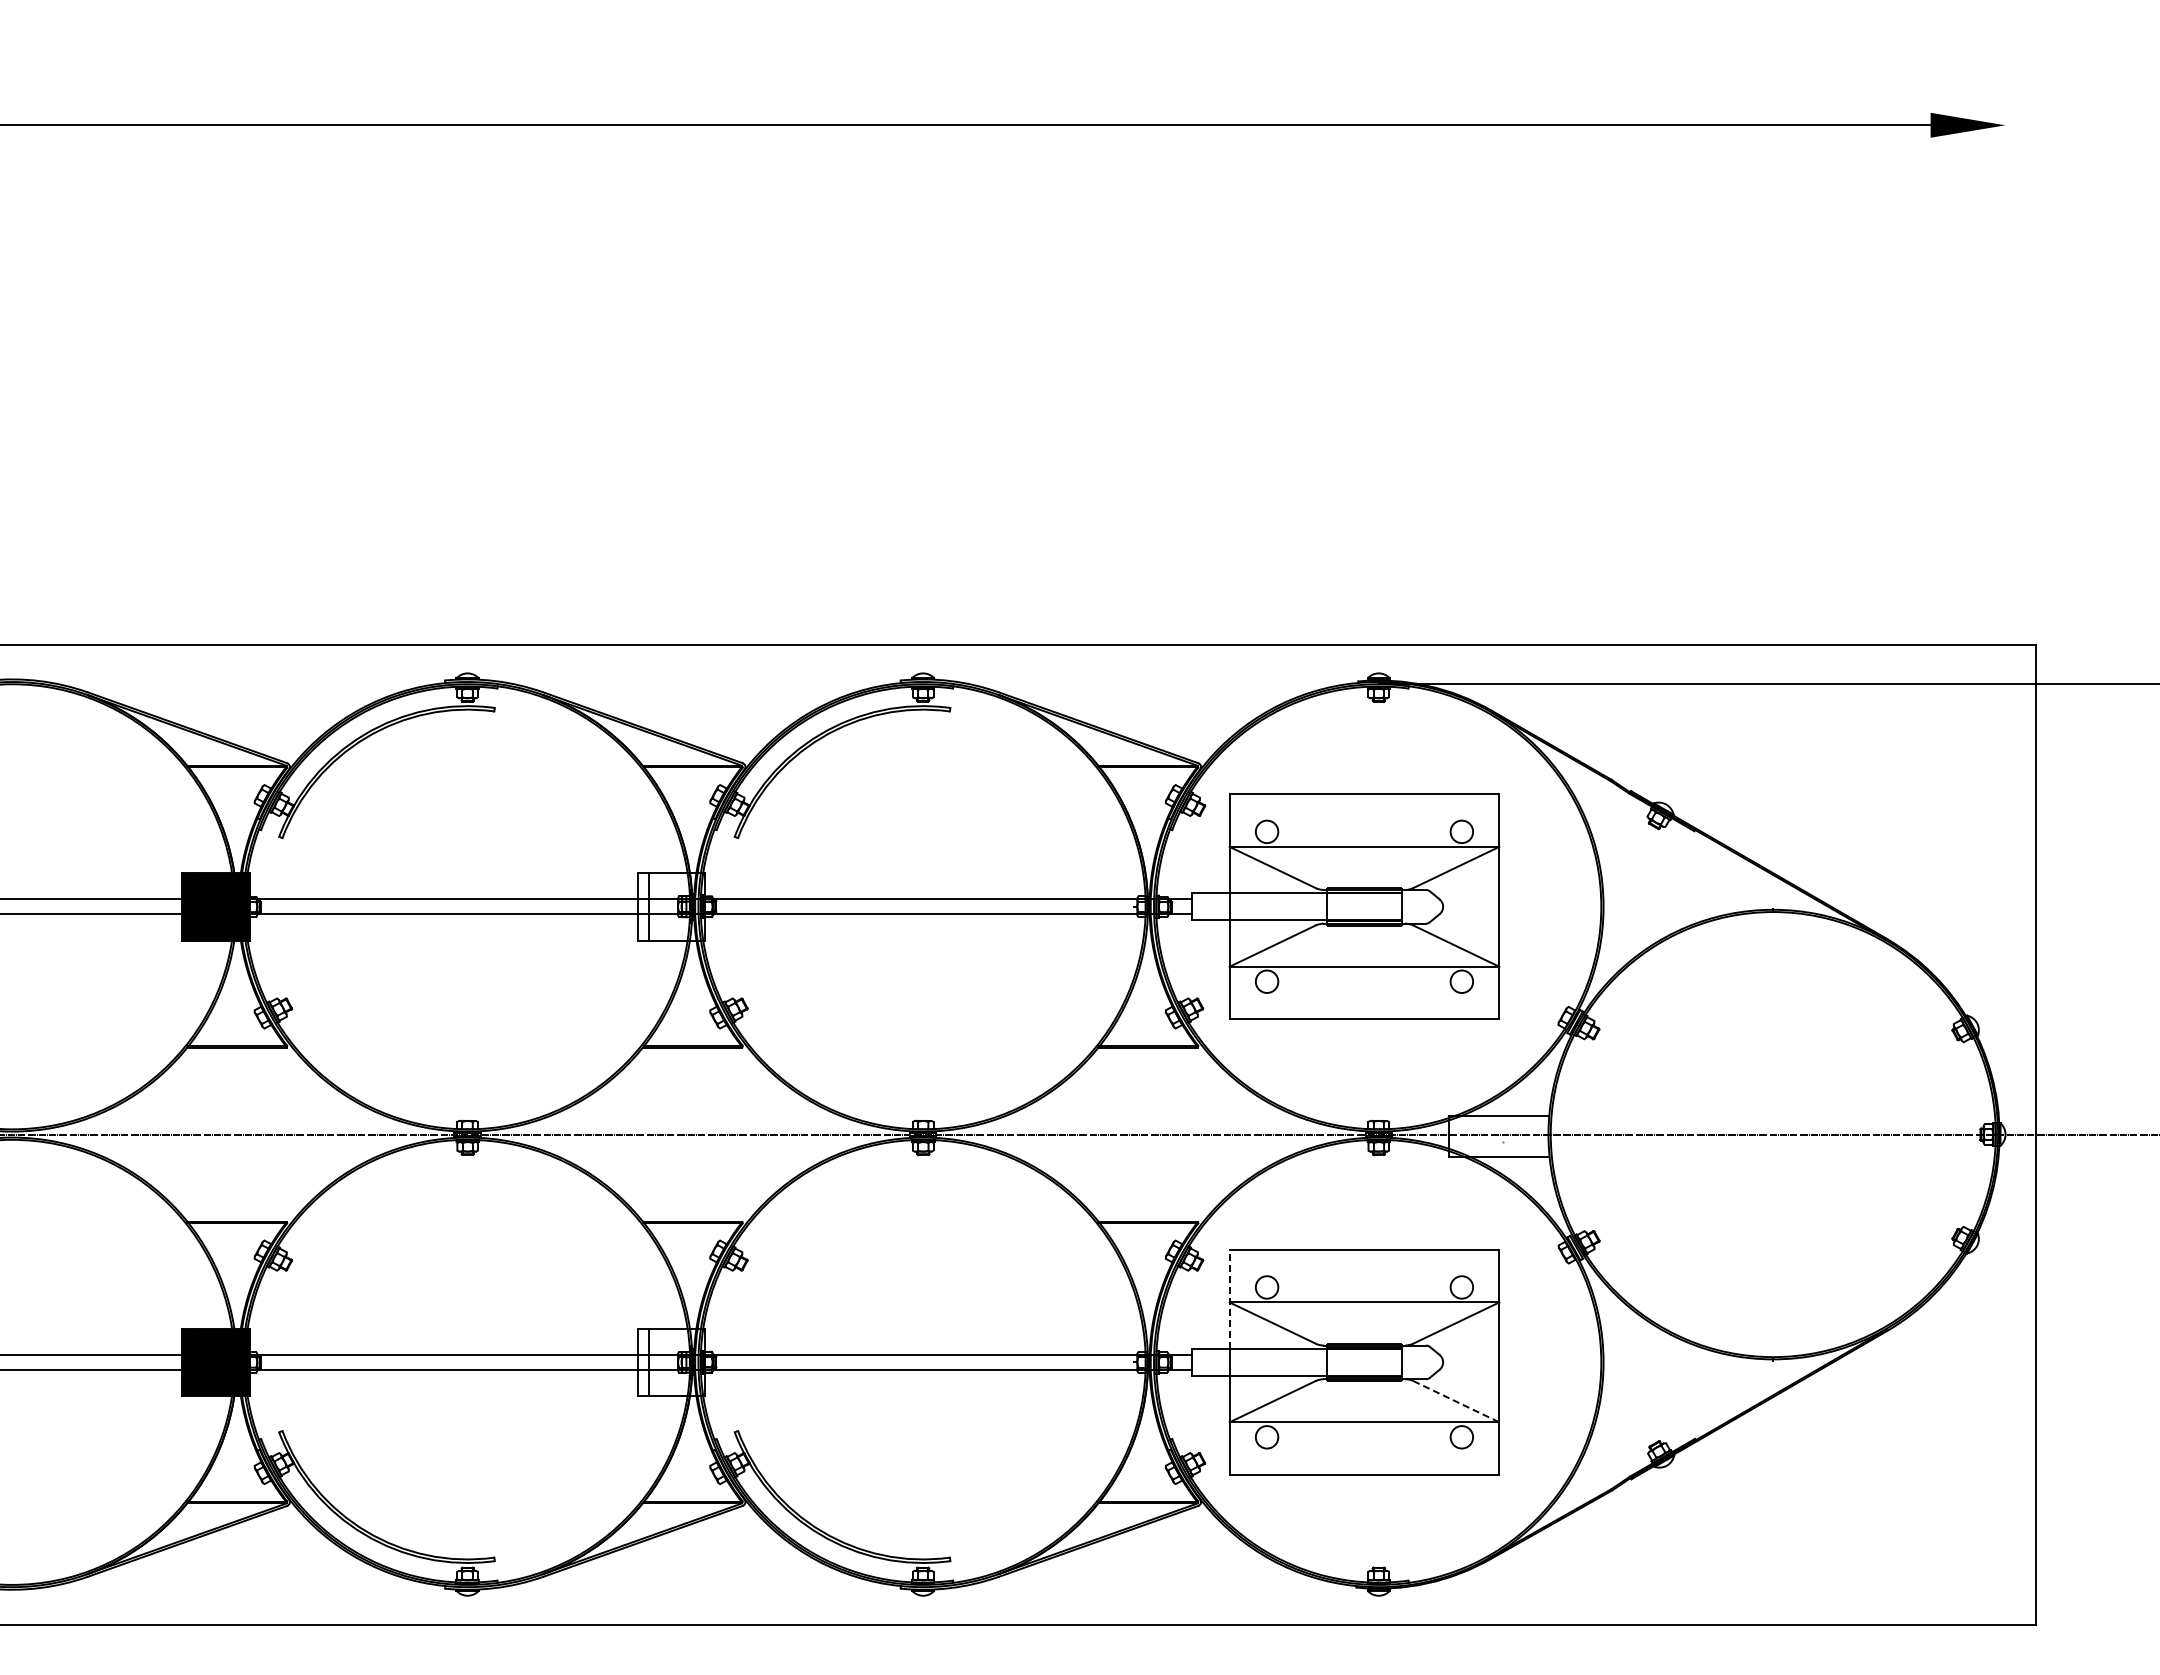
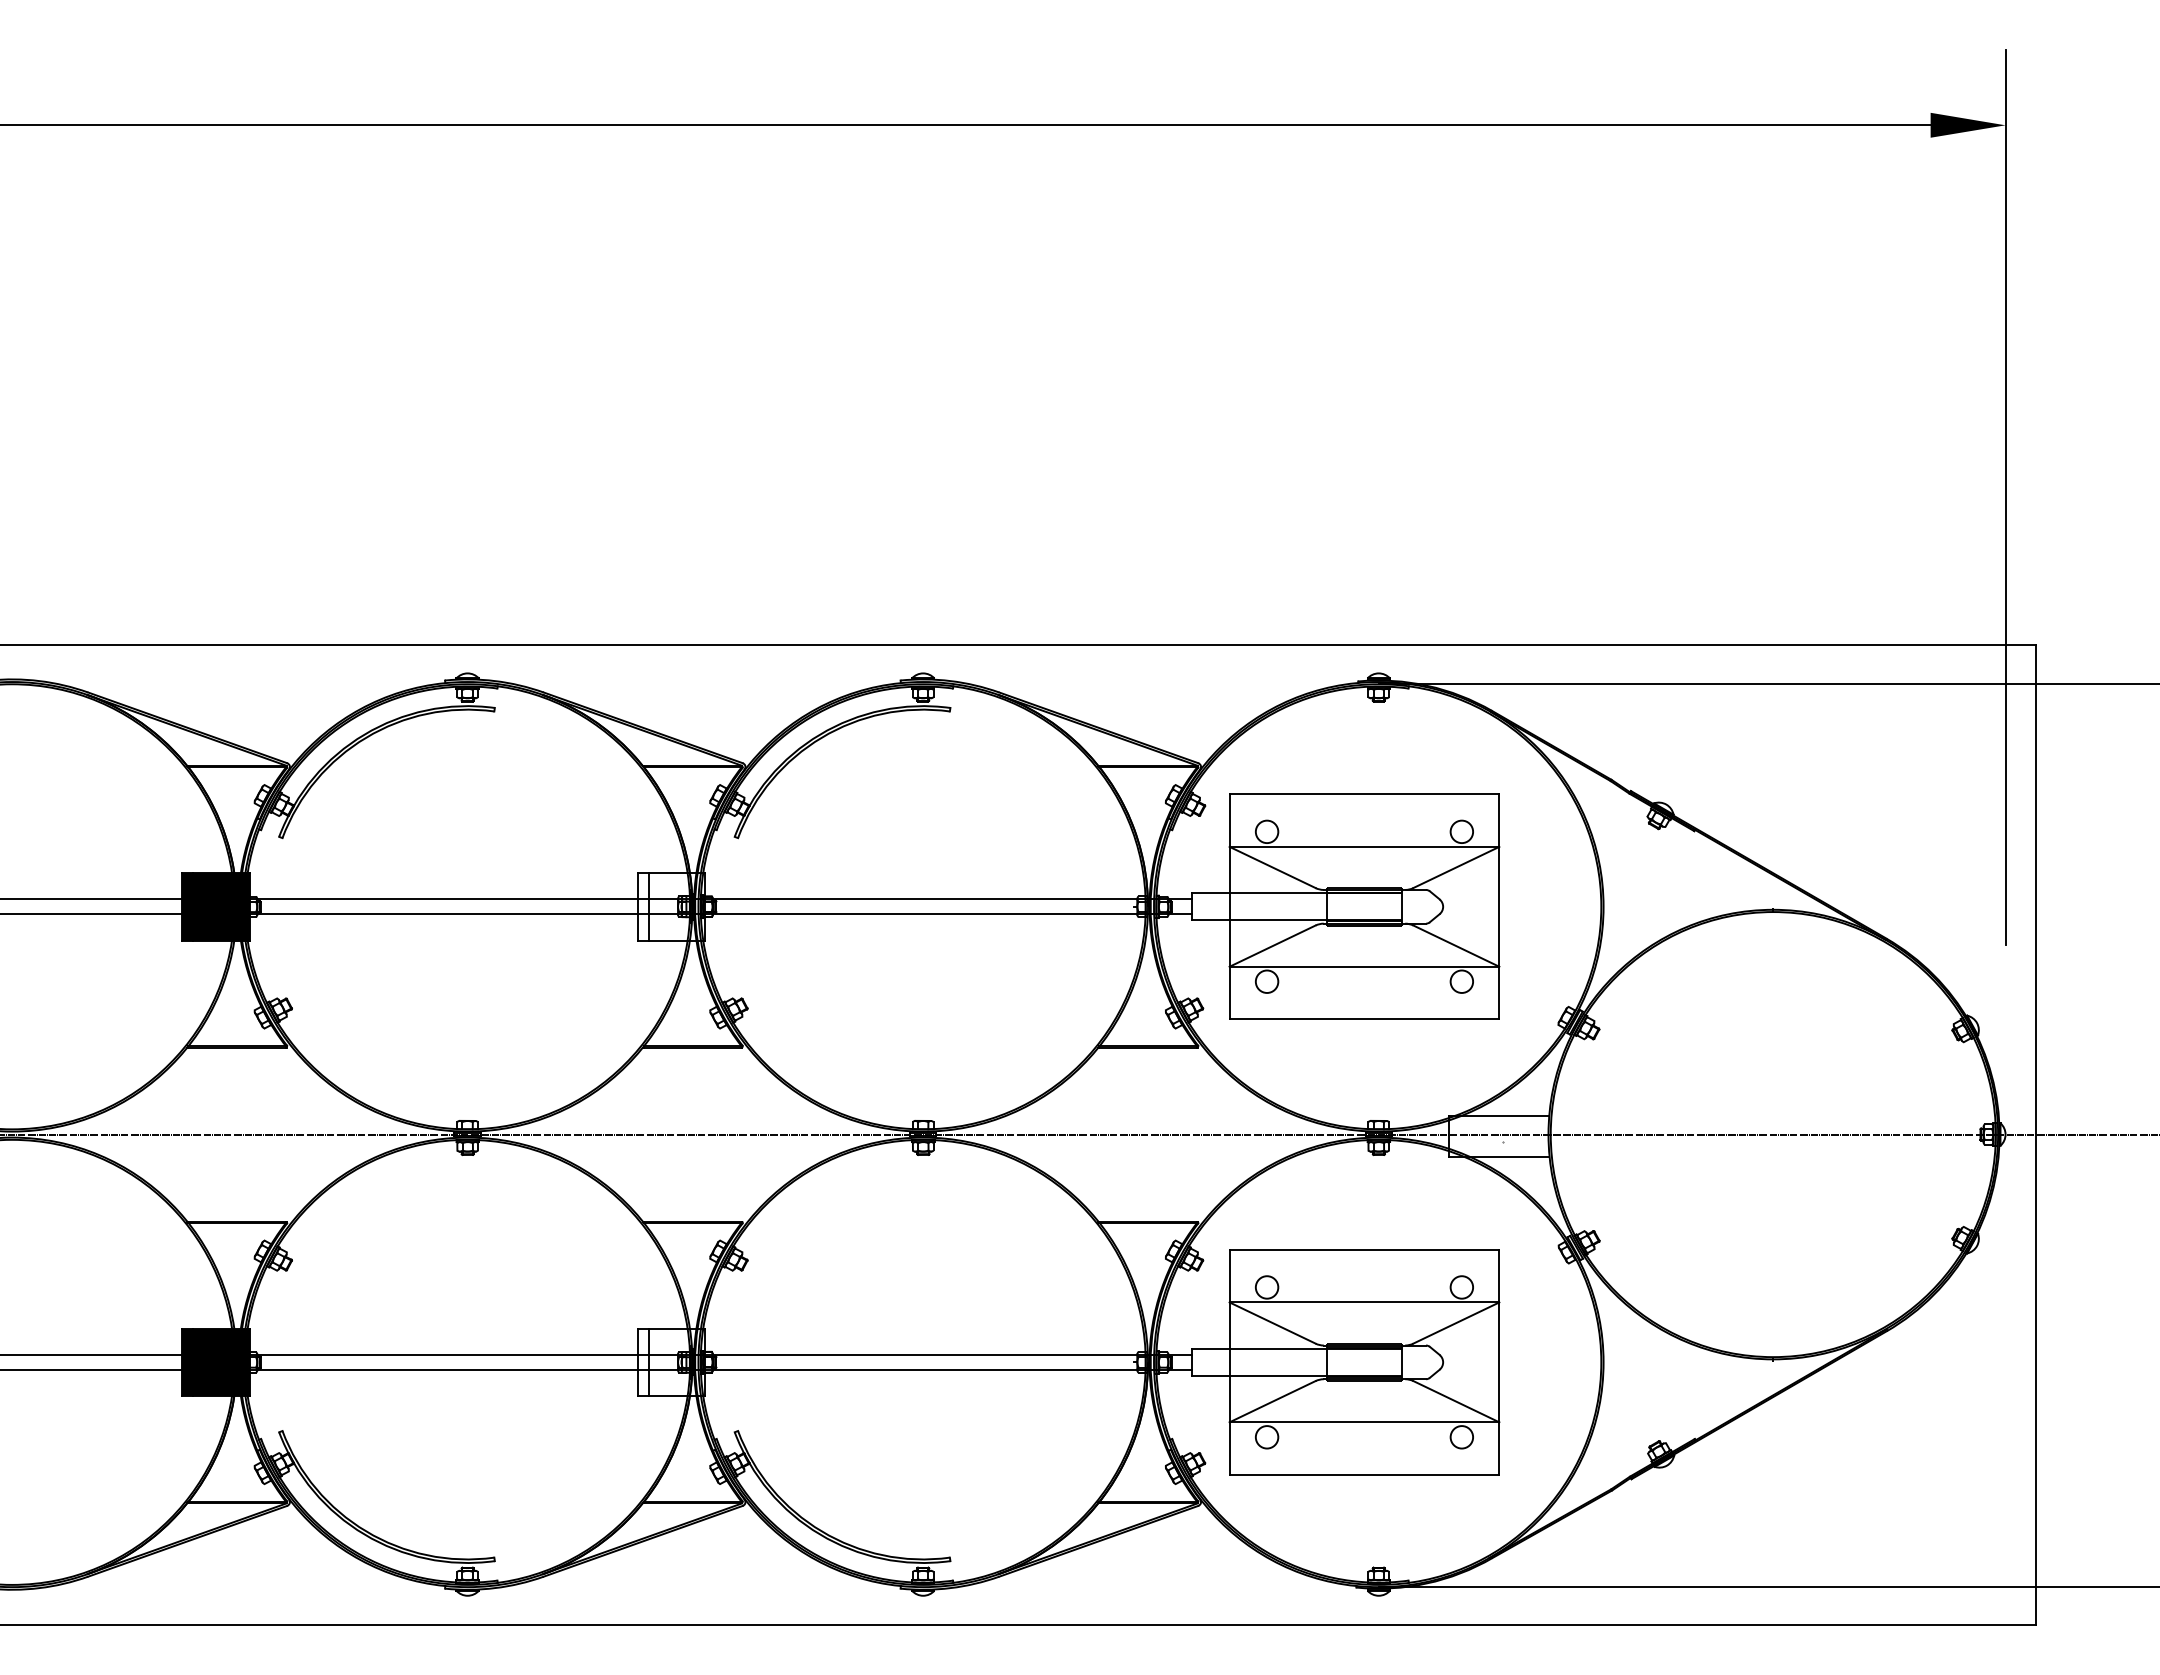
line at (2005, 497): none -> present
line at (1229, 1298): dashed -> solid
line at (1456, 1401): dashed -> solid
line at (1767, 1587): none -> present
